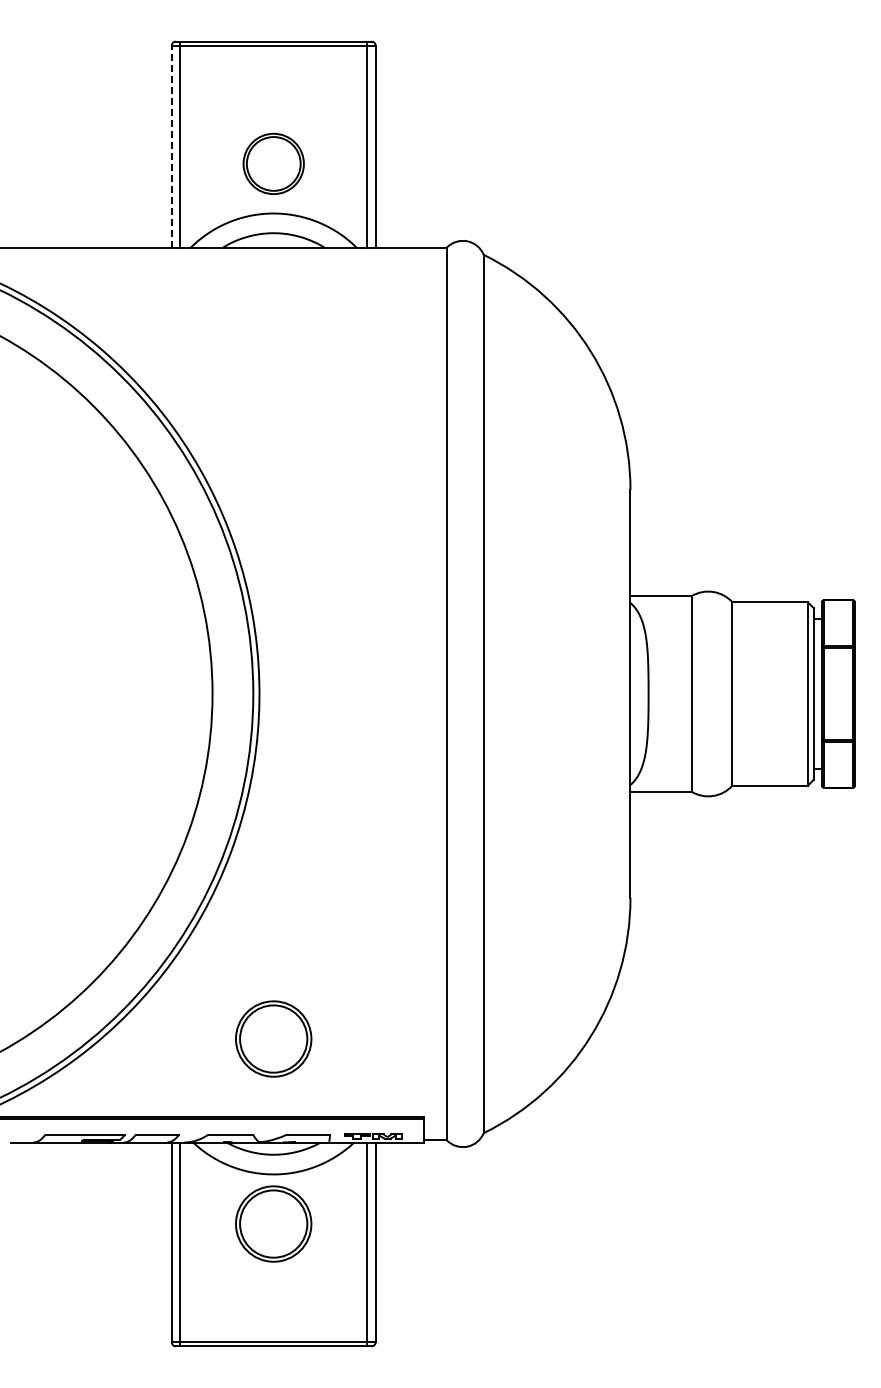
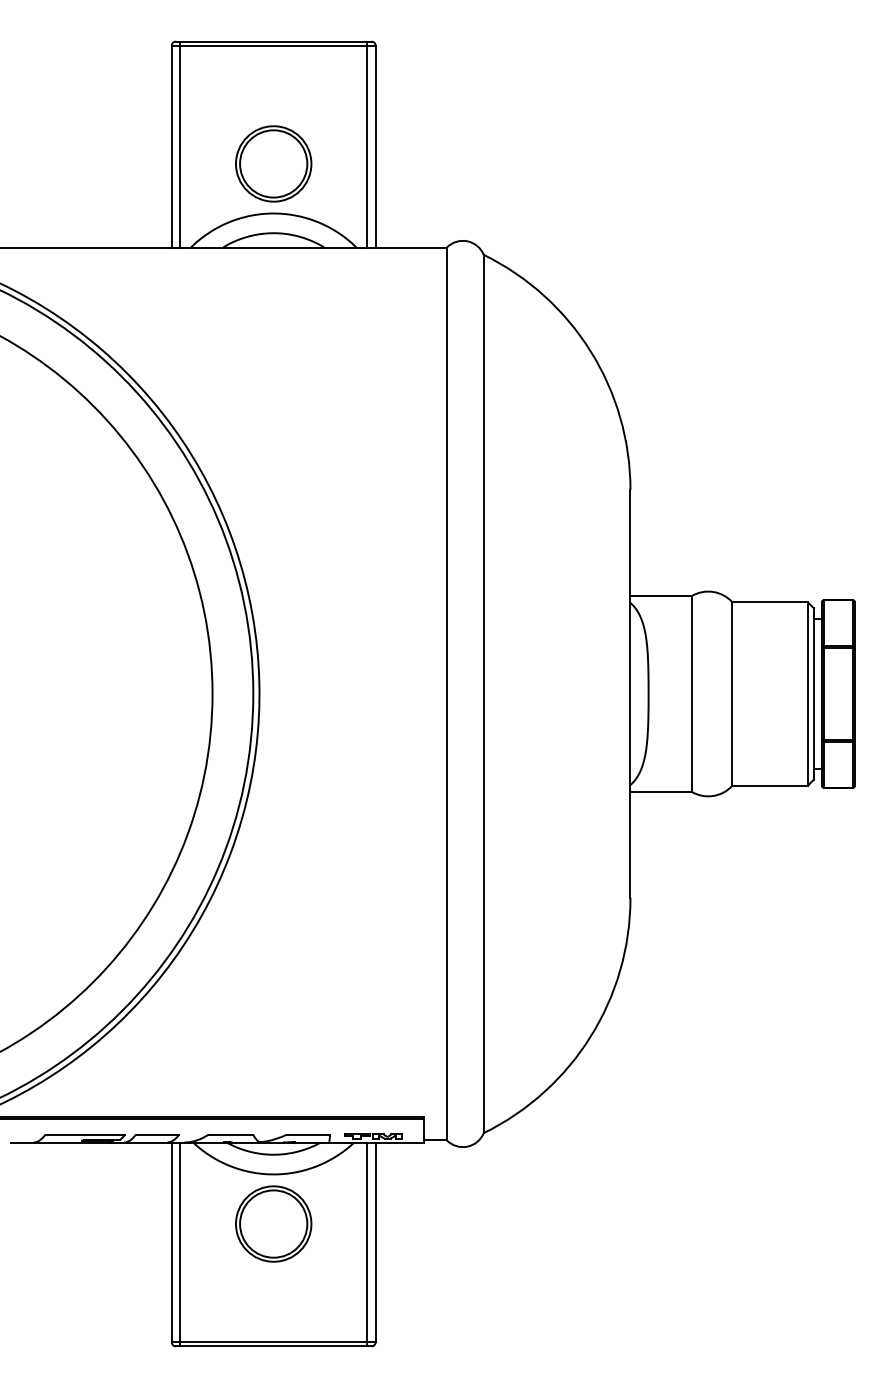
line at (171, 146): dashed -> solid
part at (273, 163) size: 63x63 px -> 78x78 px
part at (273, 1038): present -> none
